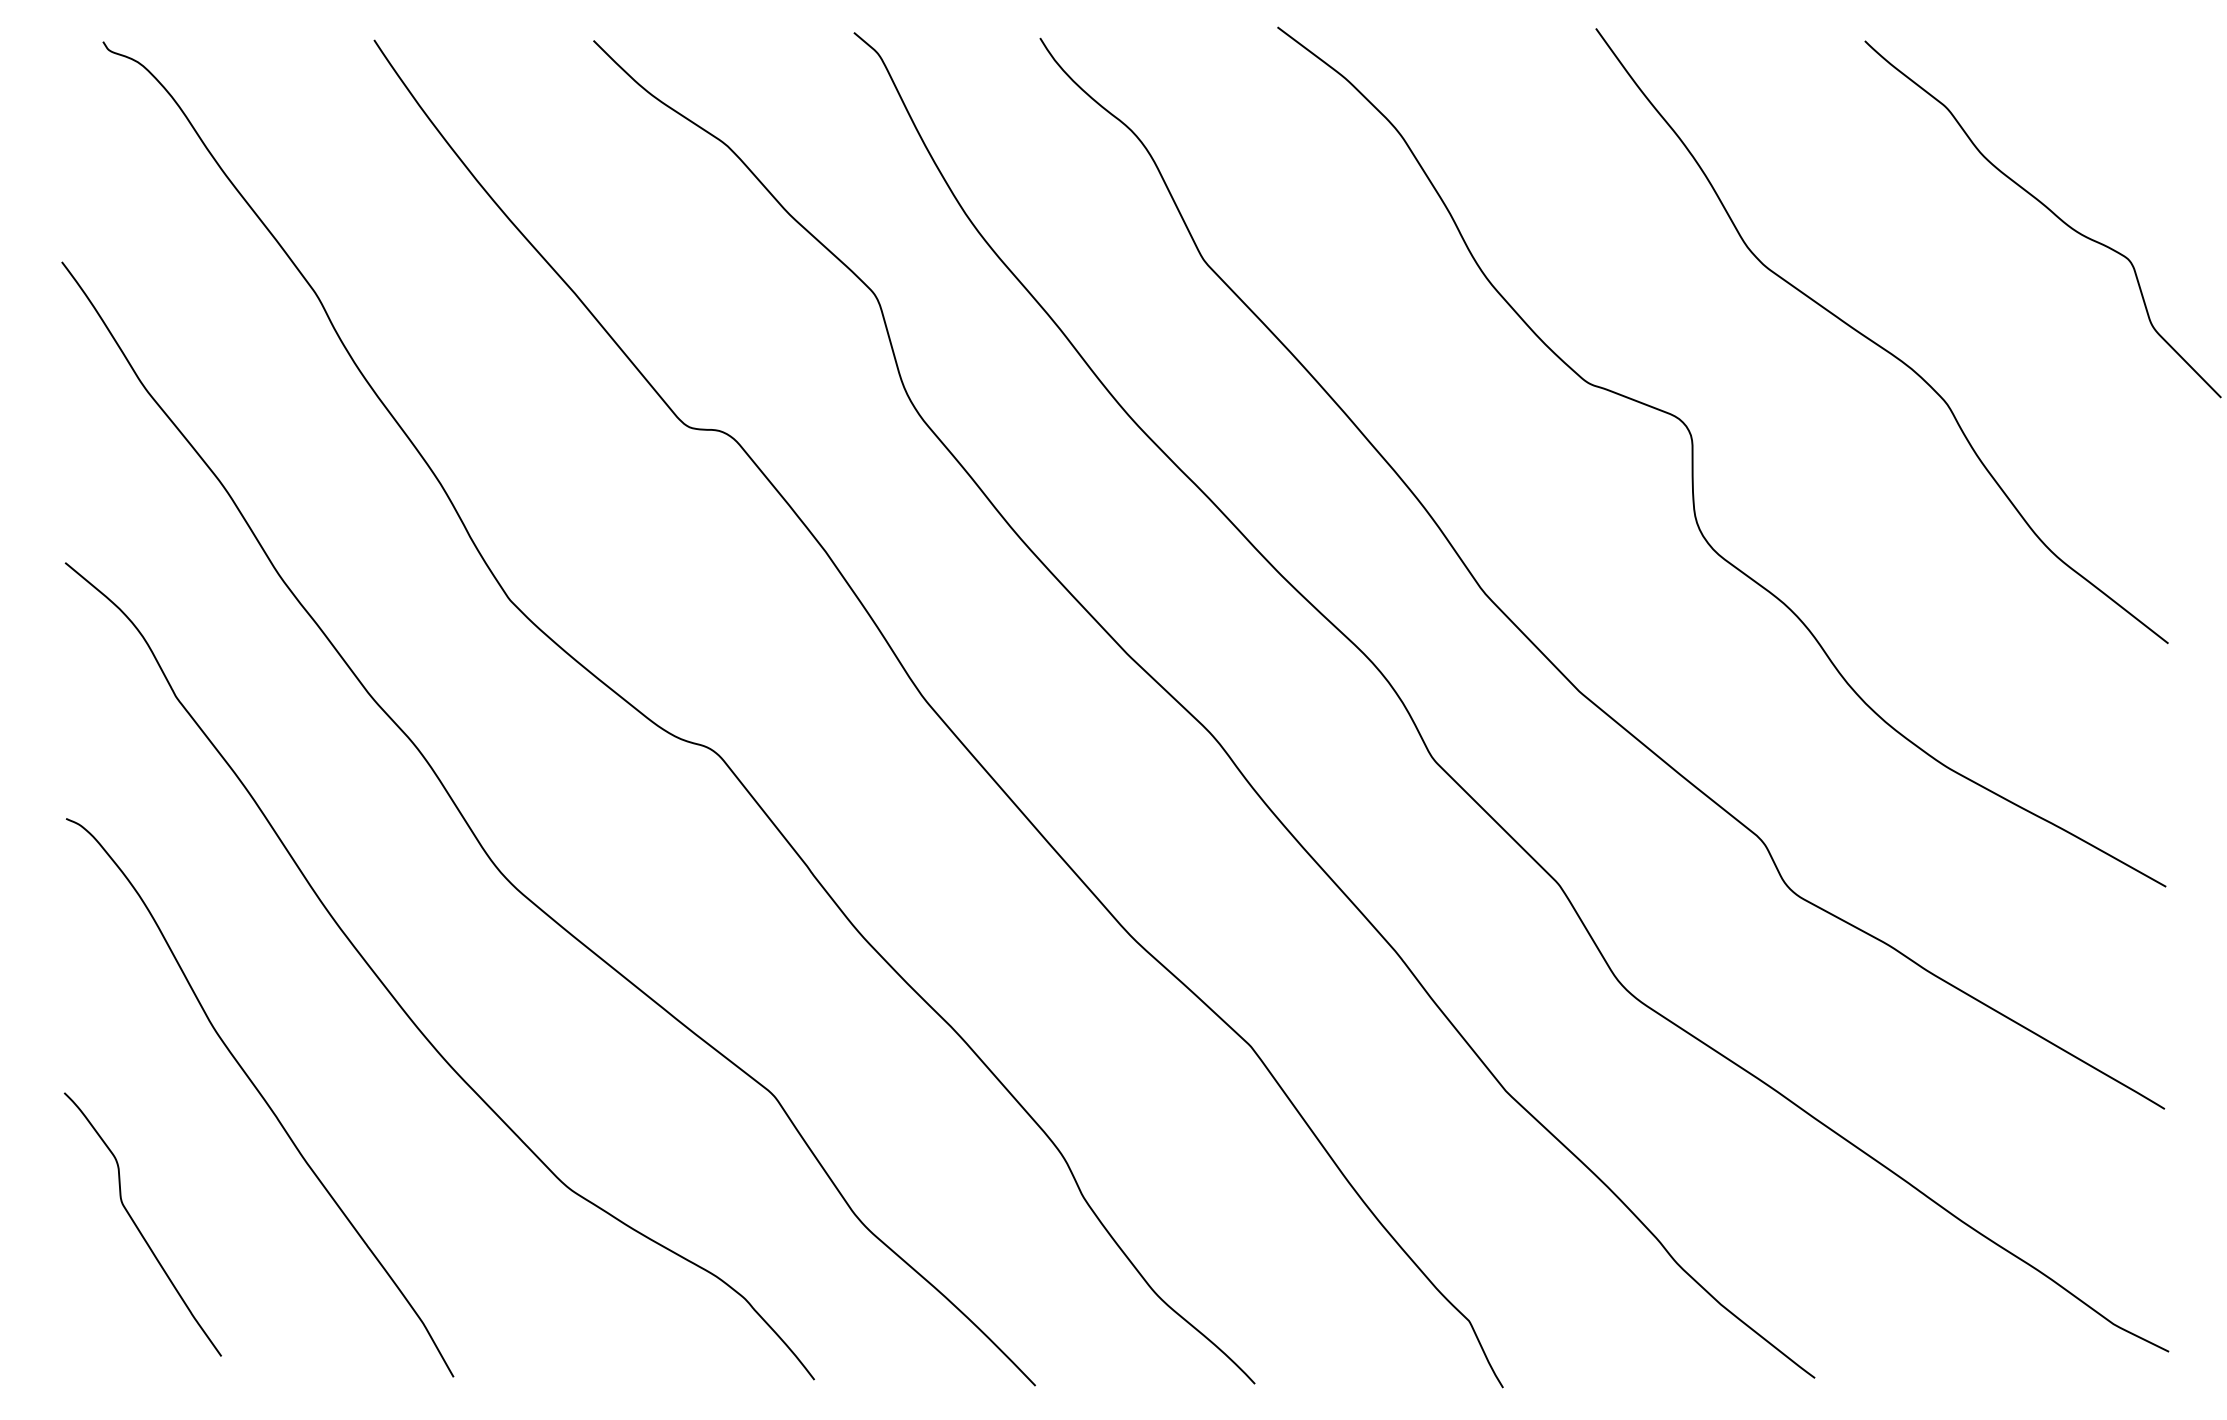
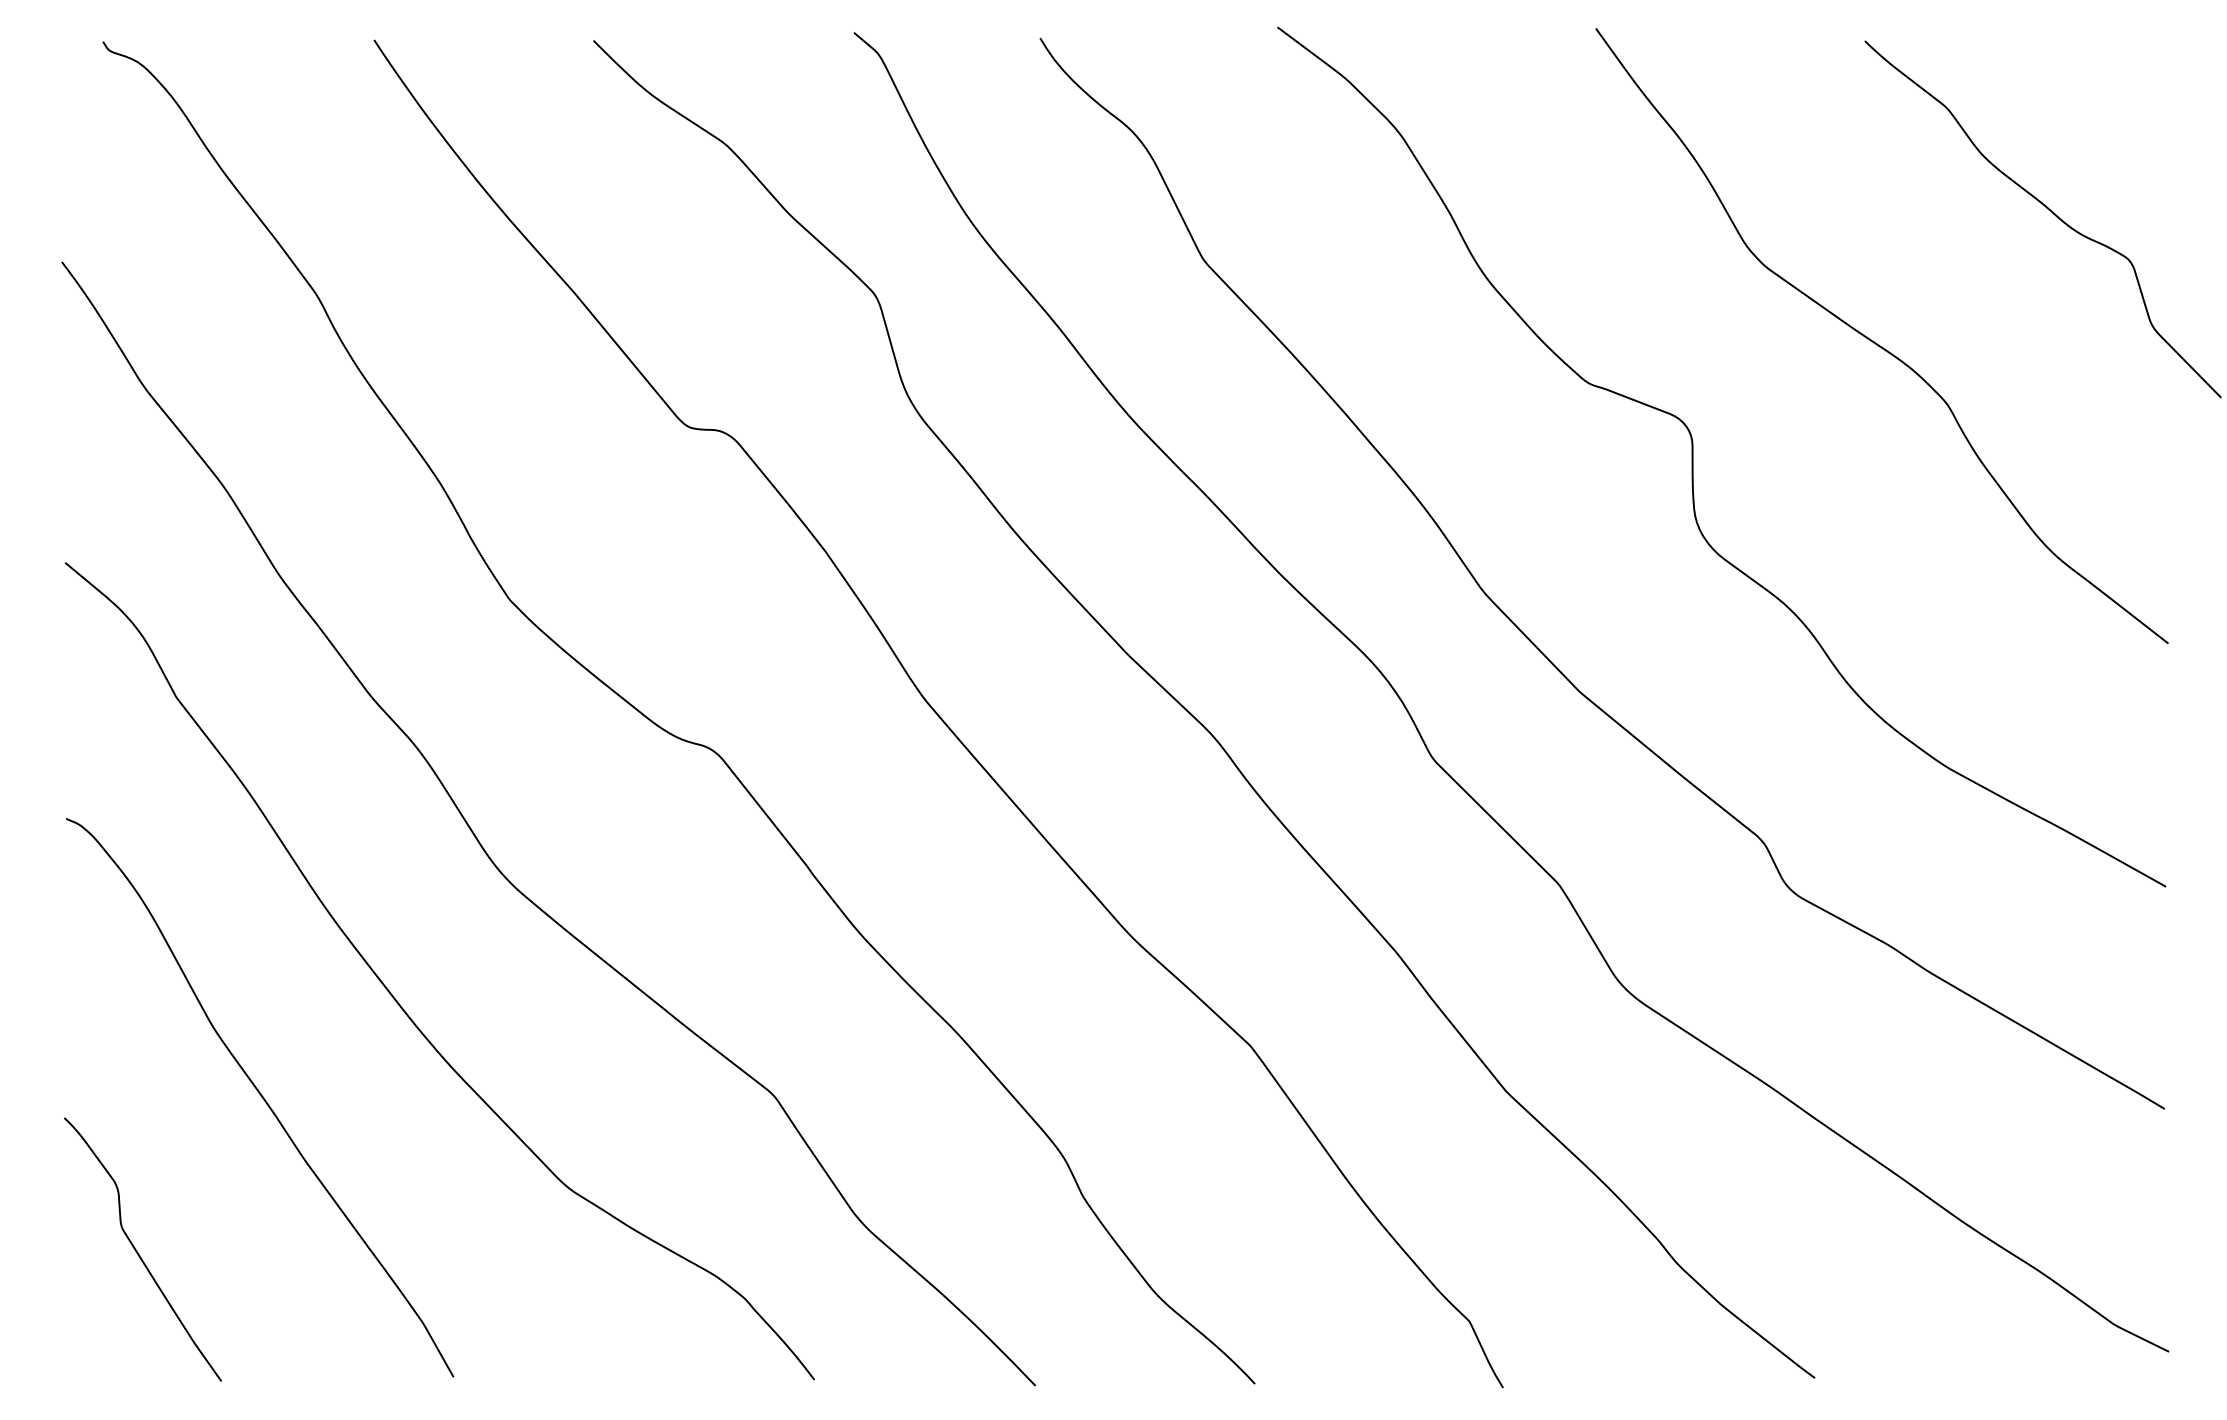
curve at (138, 1227) position: (138, 1227) -> (138, 1252)
